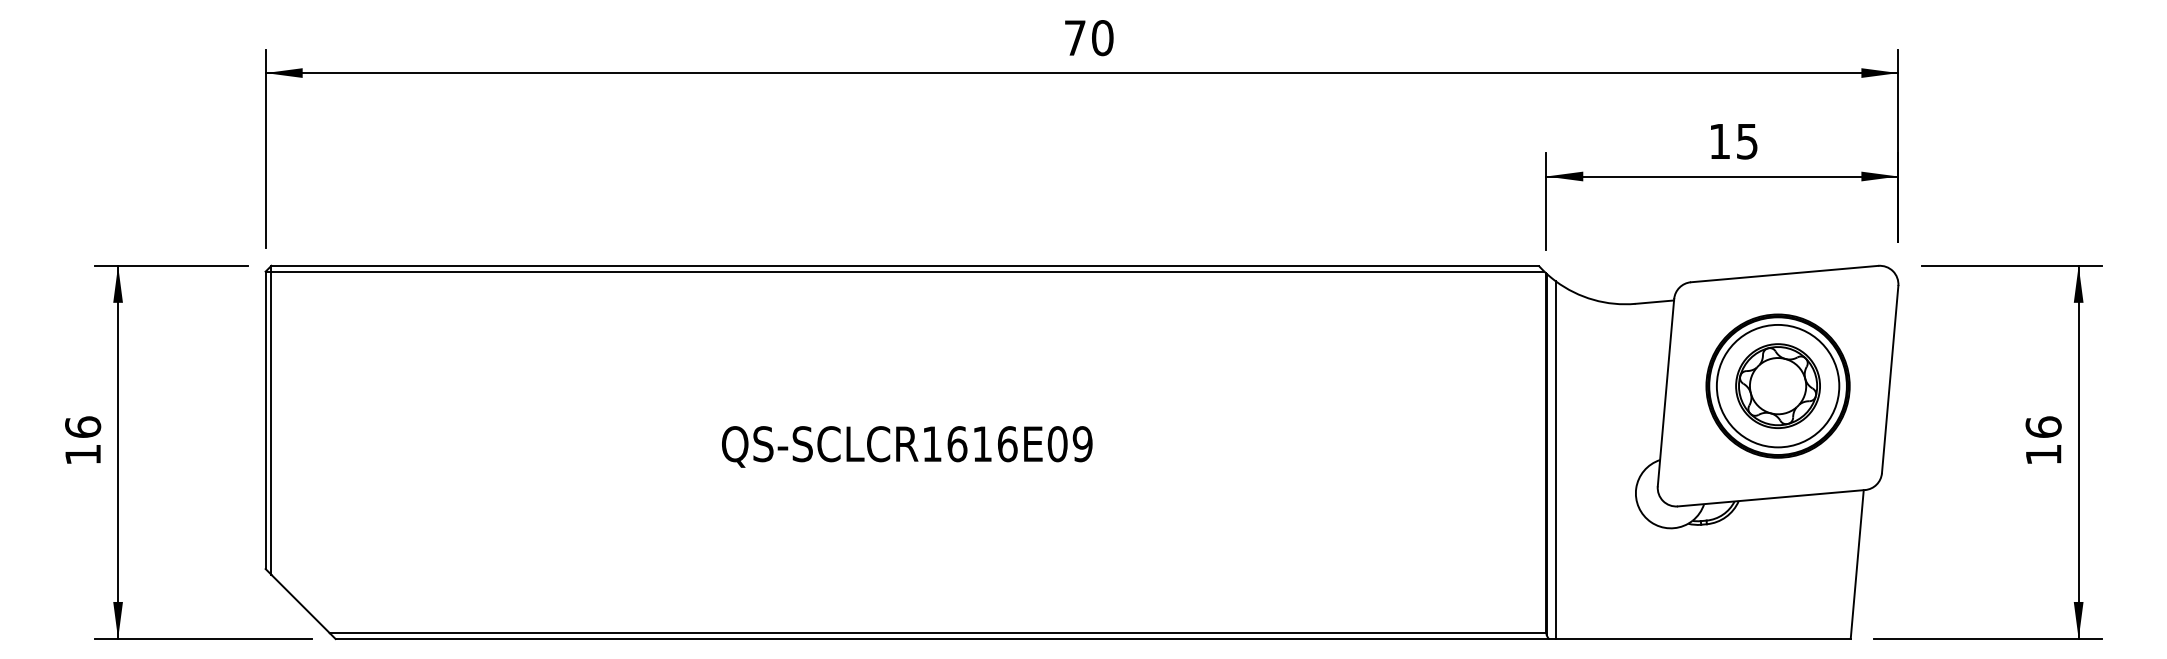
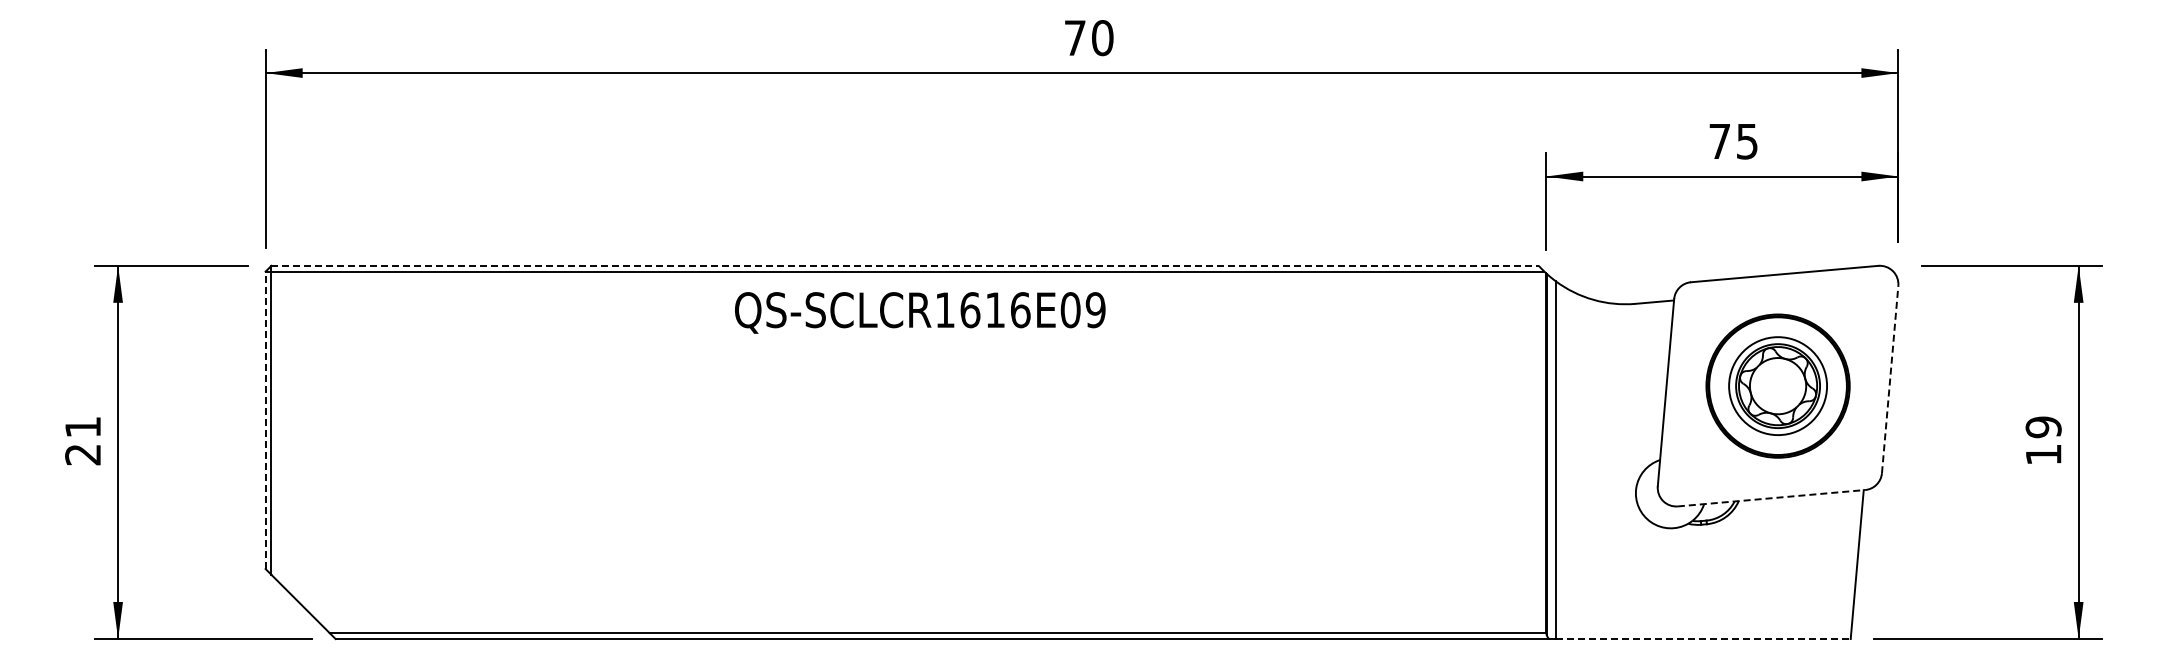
text at (1719, 141): 15 -> 75
line at (905, 265): solid -> dashed
line at (1890, 379): solid -> dashed
circle at (1777, 385) diameter: 122 px -> 98 px
line at (265, 420): solid -> dashed
text at (2043, 427): 16 -> 19
text at (83, 440): 16 -> 21
text at (907, 446) position: (907, 446) -> (920, 312)
line at (1771, 498): solid -> dashed
line at (1703, 639): solid -> dashed
